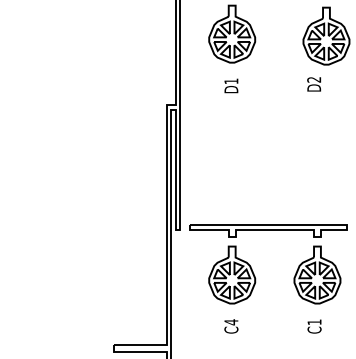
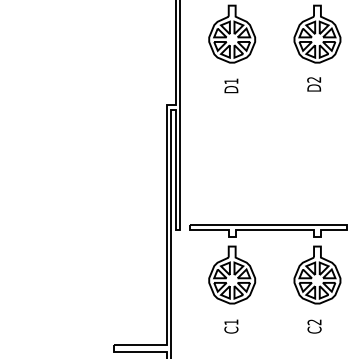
part at (326, 35) position: (326, 35) -> (317, 33)
text at (231, 322): C4 -> C1
text at (314, 322): C1 -> C2
